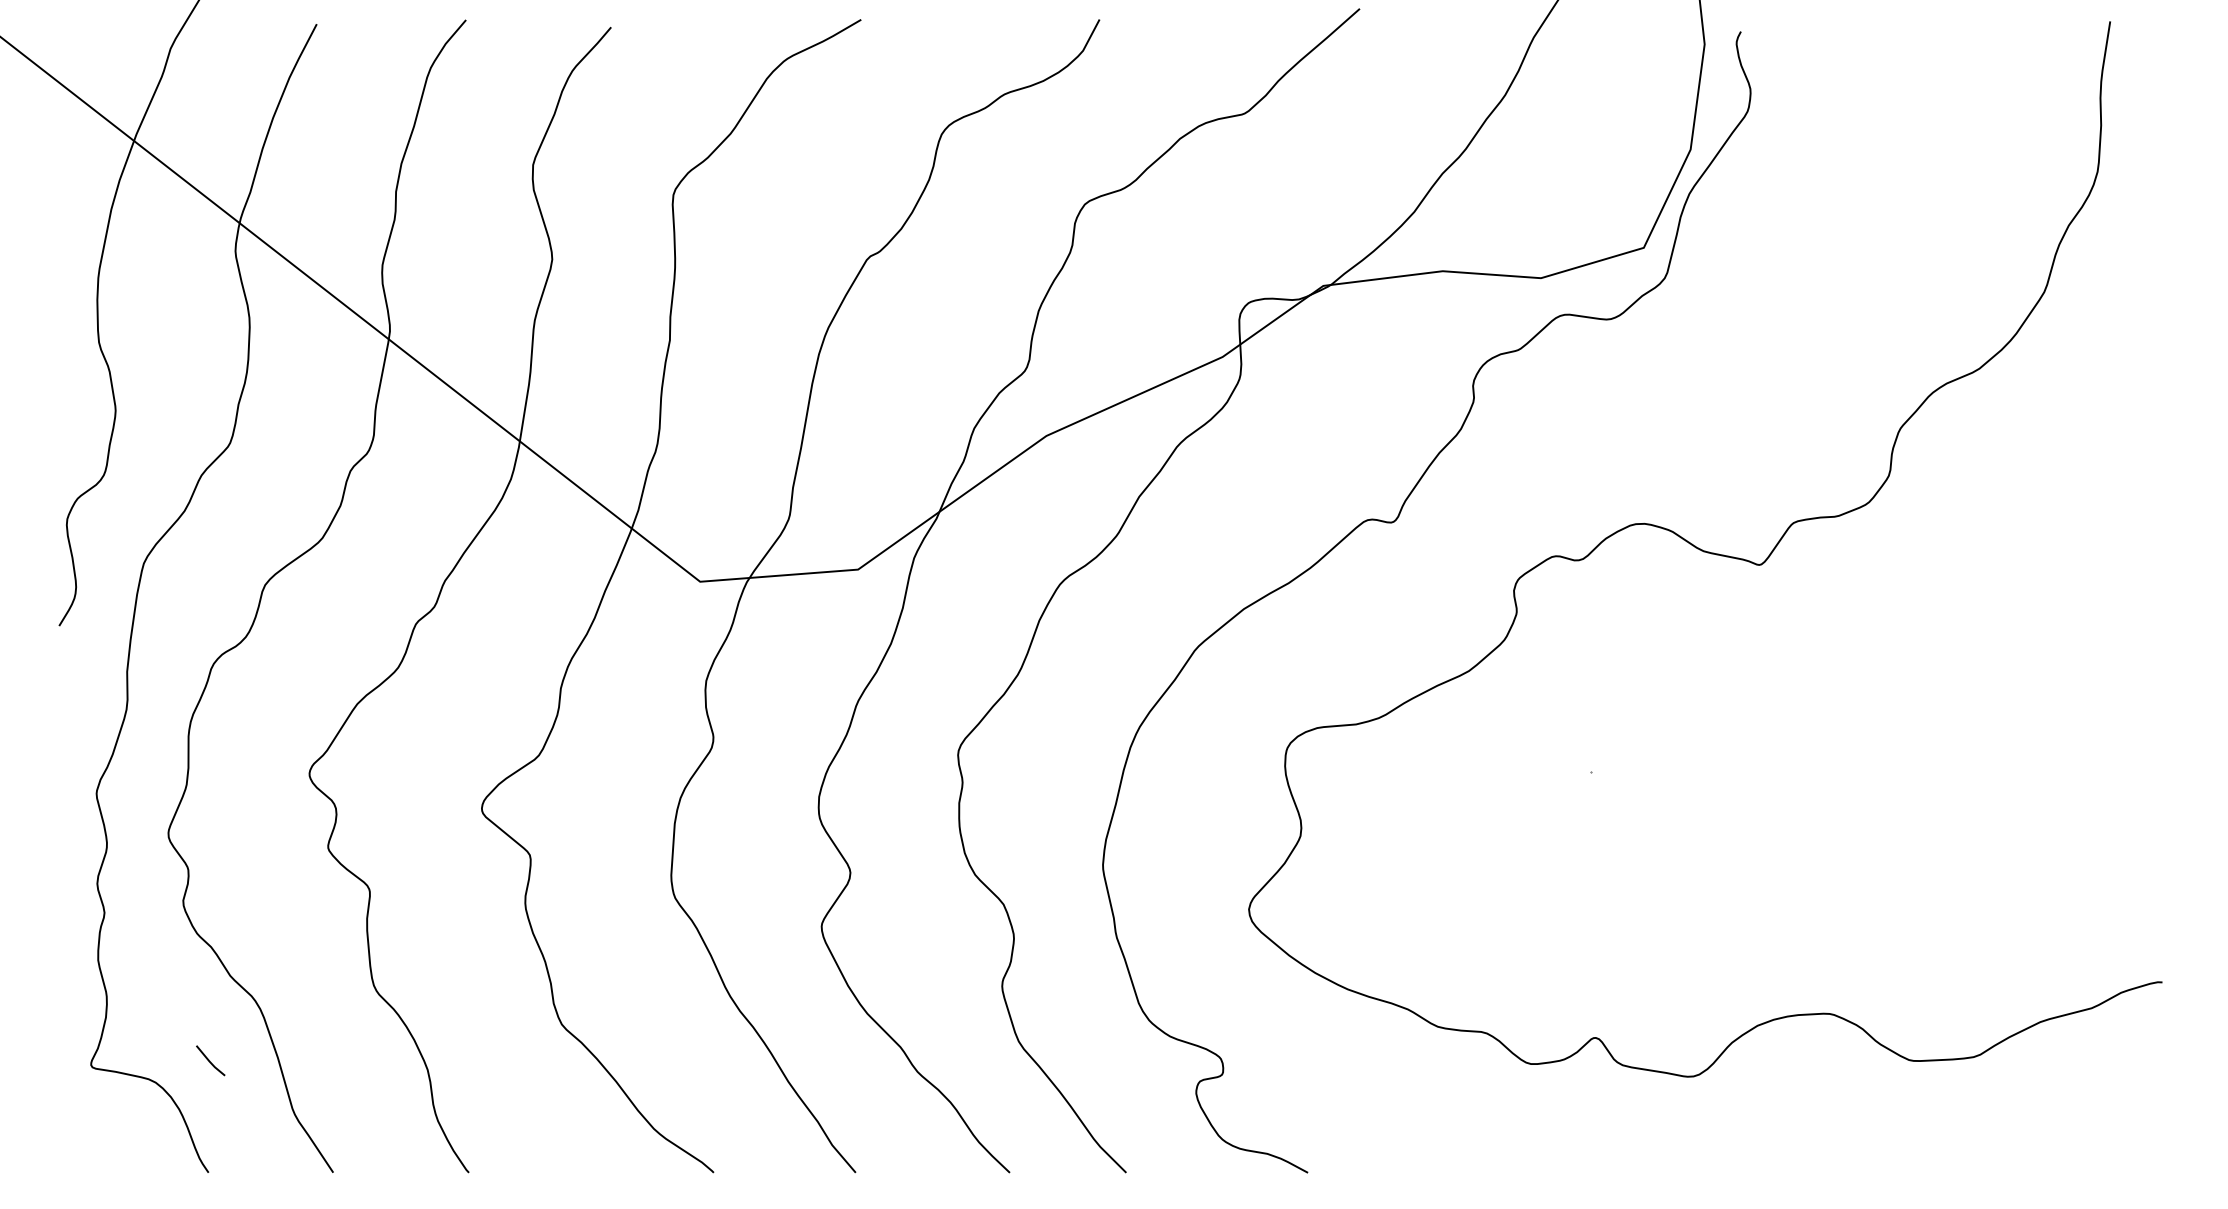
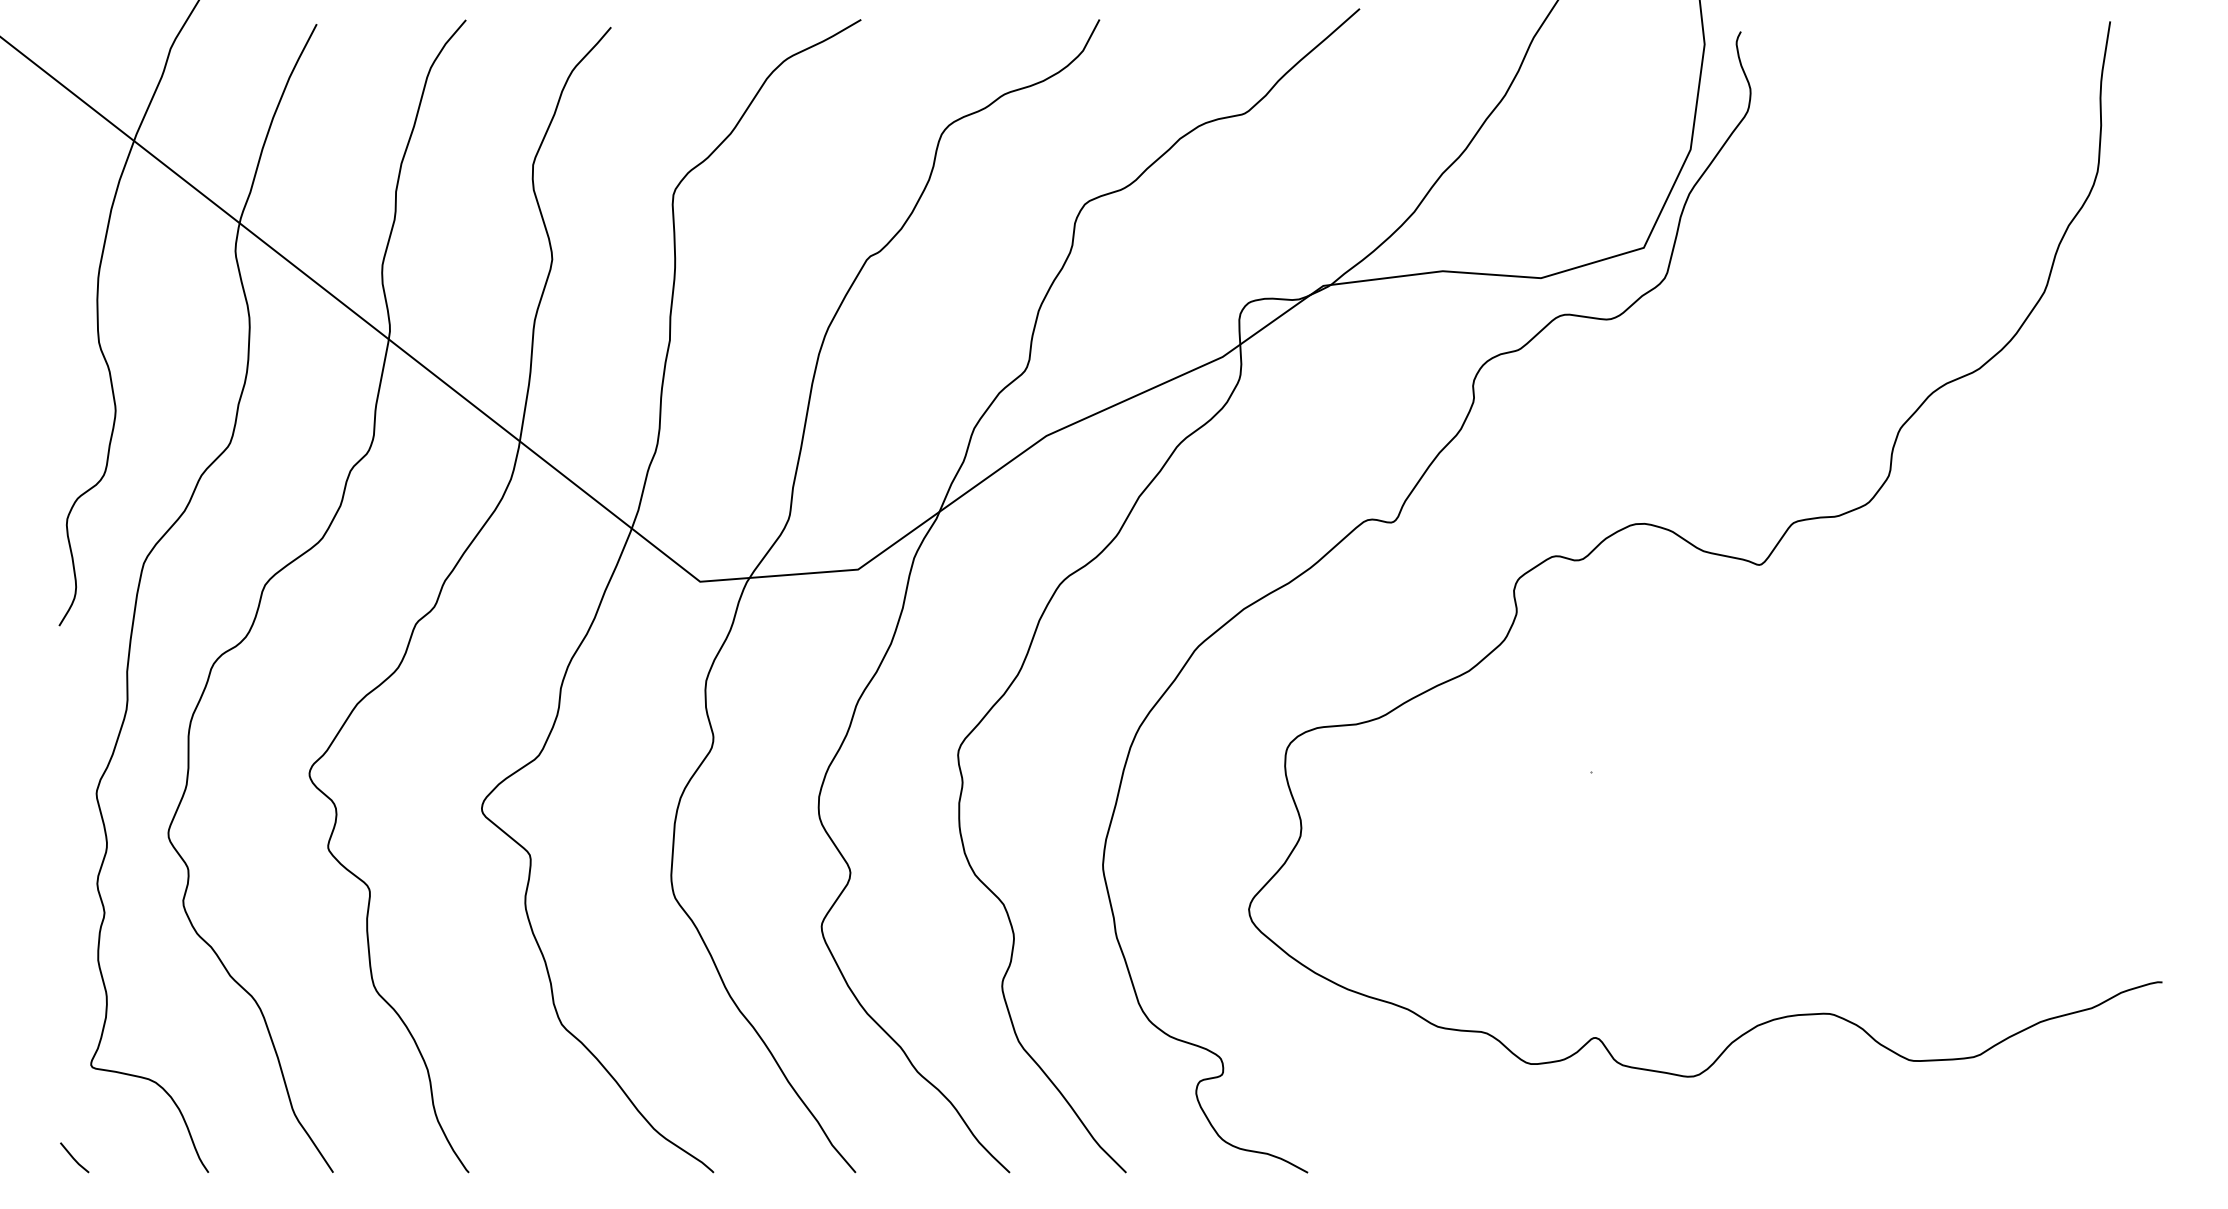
line at (209, 1060) position: (209, 1060) -> (73, 1157)
